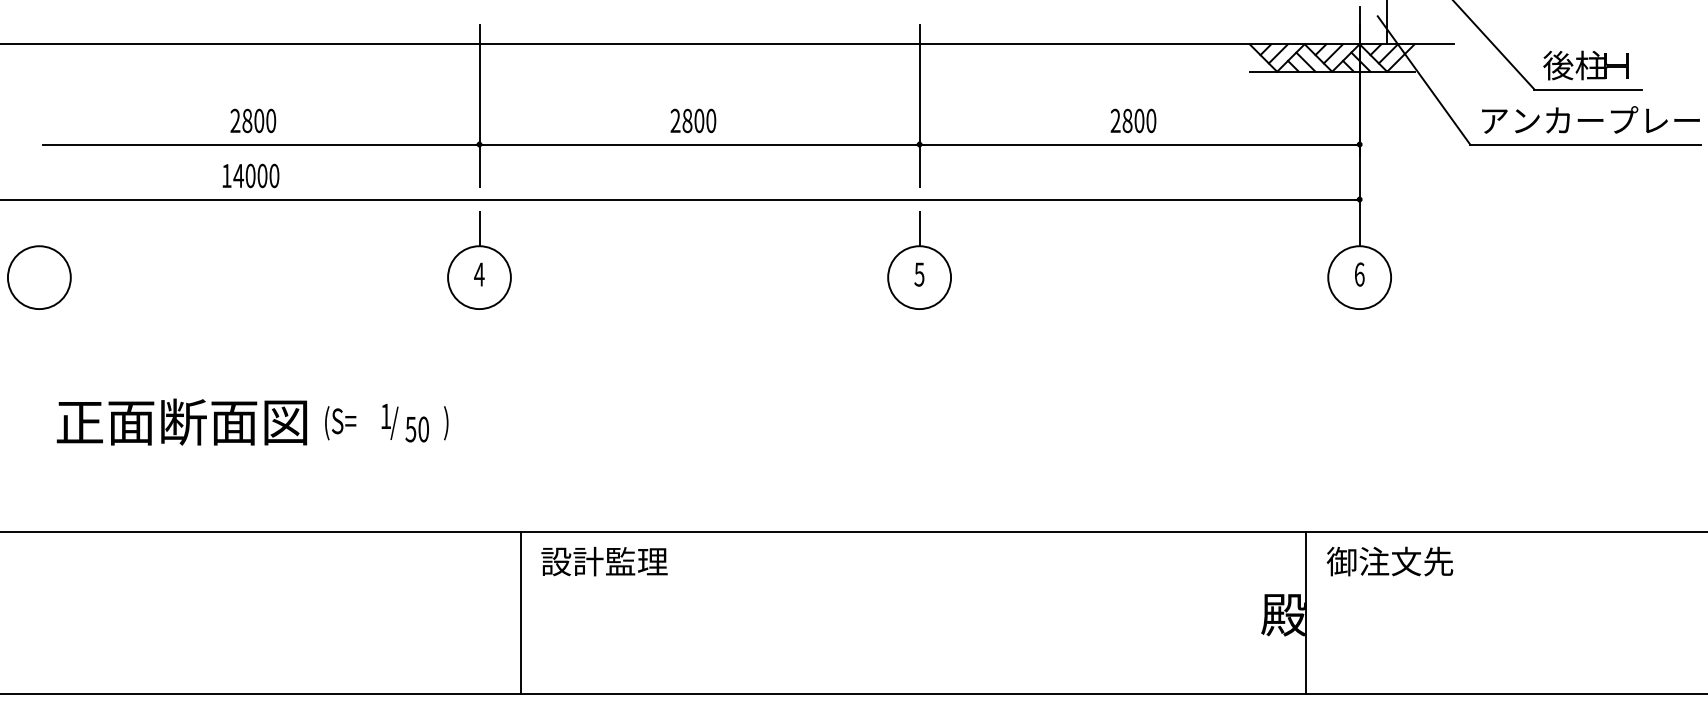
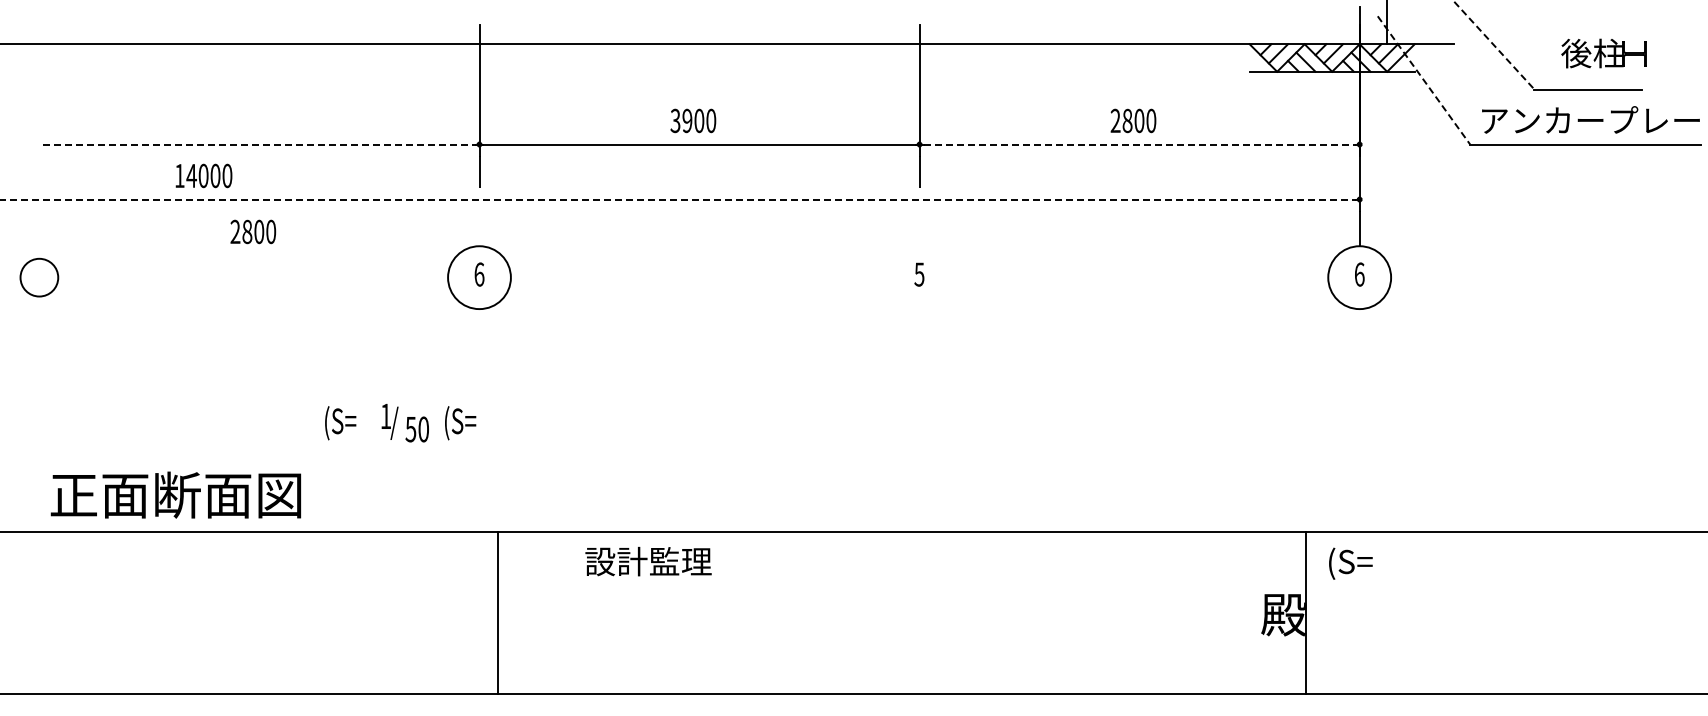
line at (1494, 45): solid -> dashed
part at (1585, 65) position: (1585, 65) -> (1603, 53)
line at (1424, 80): solid -> dashed
text at (253, 120) position: (253, 120) -> (253, 231)
text at (681, 120): 2800 -> 3900
line at (259, 144): solid -> dashed
line at (1140, 144): solid -> dashed
text at (250, 175) position: (250, 175) -> (203, 175)
line at (678, 199): solid -> dashed
line at (479, 228): present -> none
part at (919, 260): present -> none
text at (479, 274): 4 -> 6
circle at (38, 277) diameter: 63 px -> 38 px
text at (181, 421) position: (181, 421) -> (175, 494)
text at (460, 423): ) -> (S=
text at (604, 561) position: (604, 561) -> (648, 561)
text at (1389, 562): 御注文先 -> (S=
line at (520, 612) position: (520, 612) -> (497, 612)
